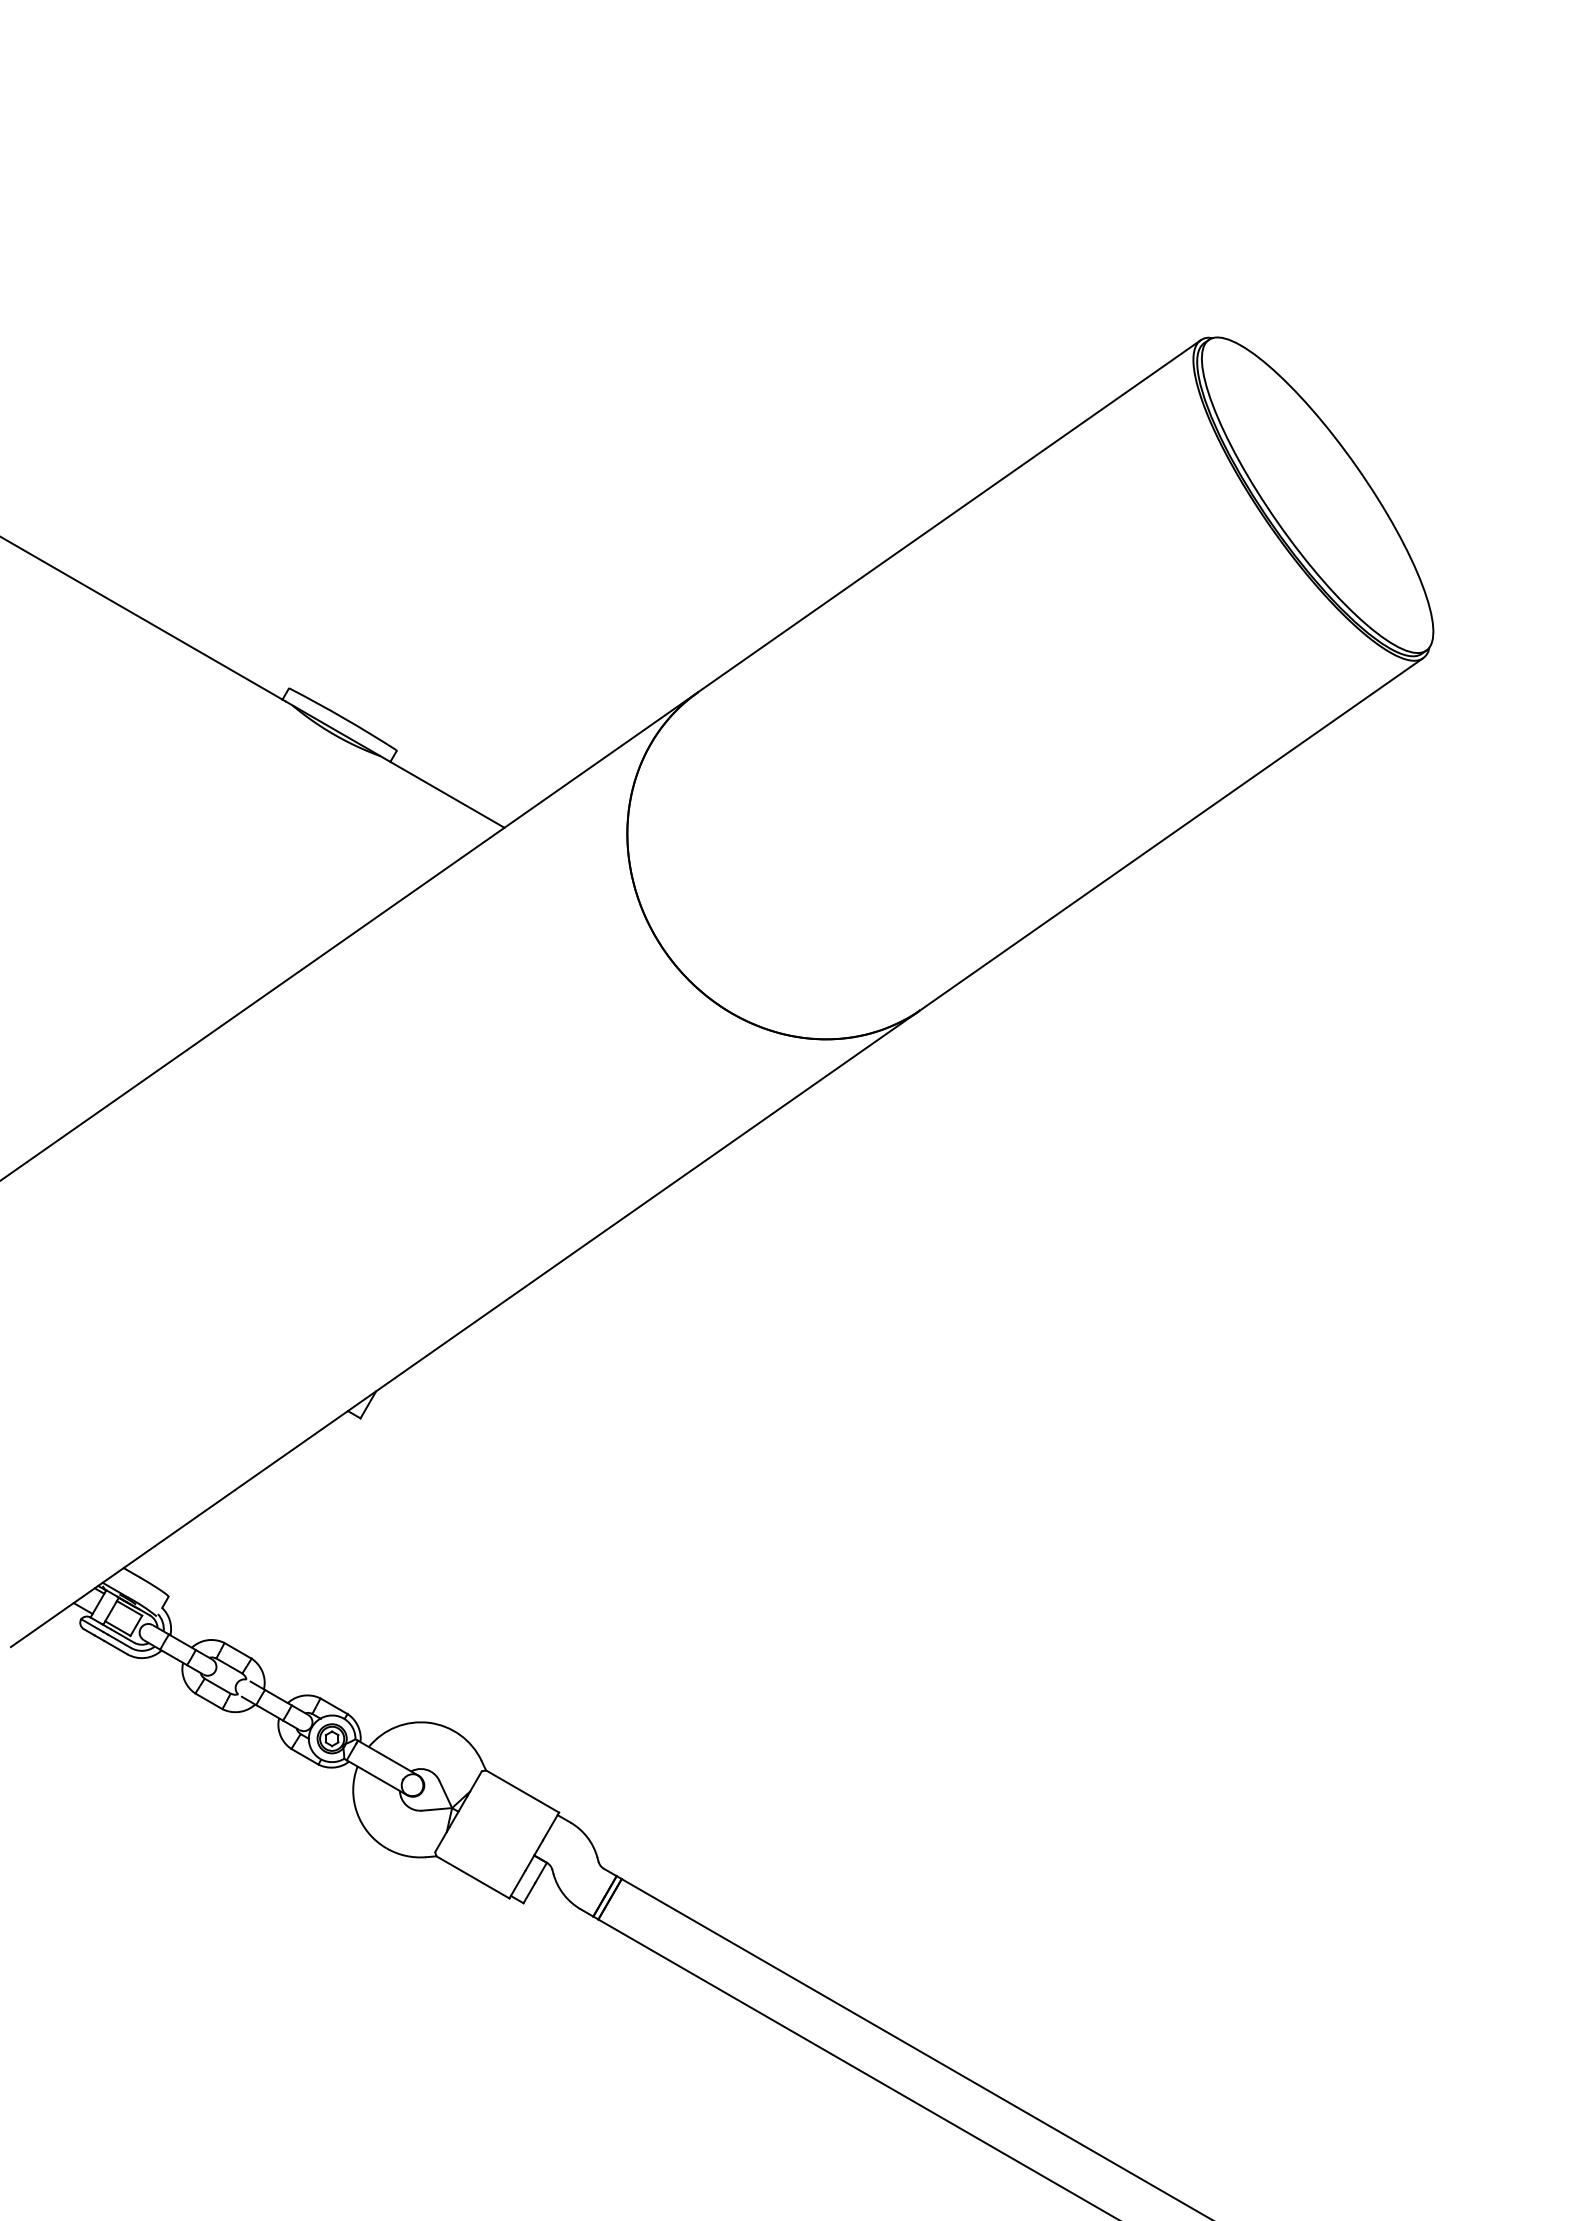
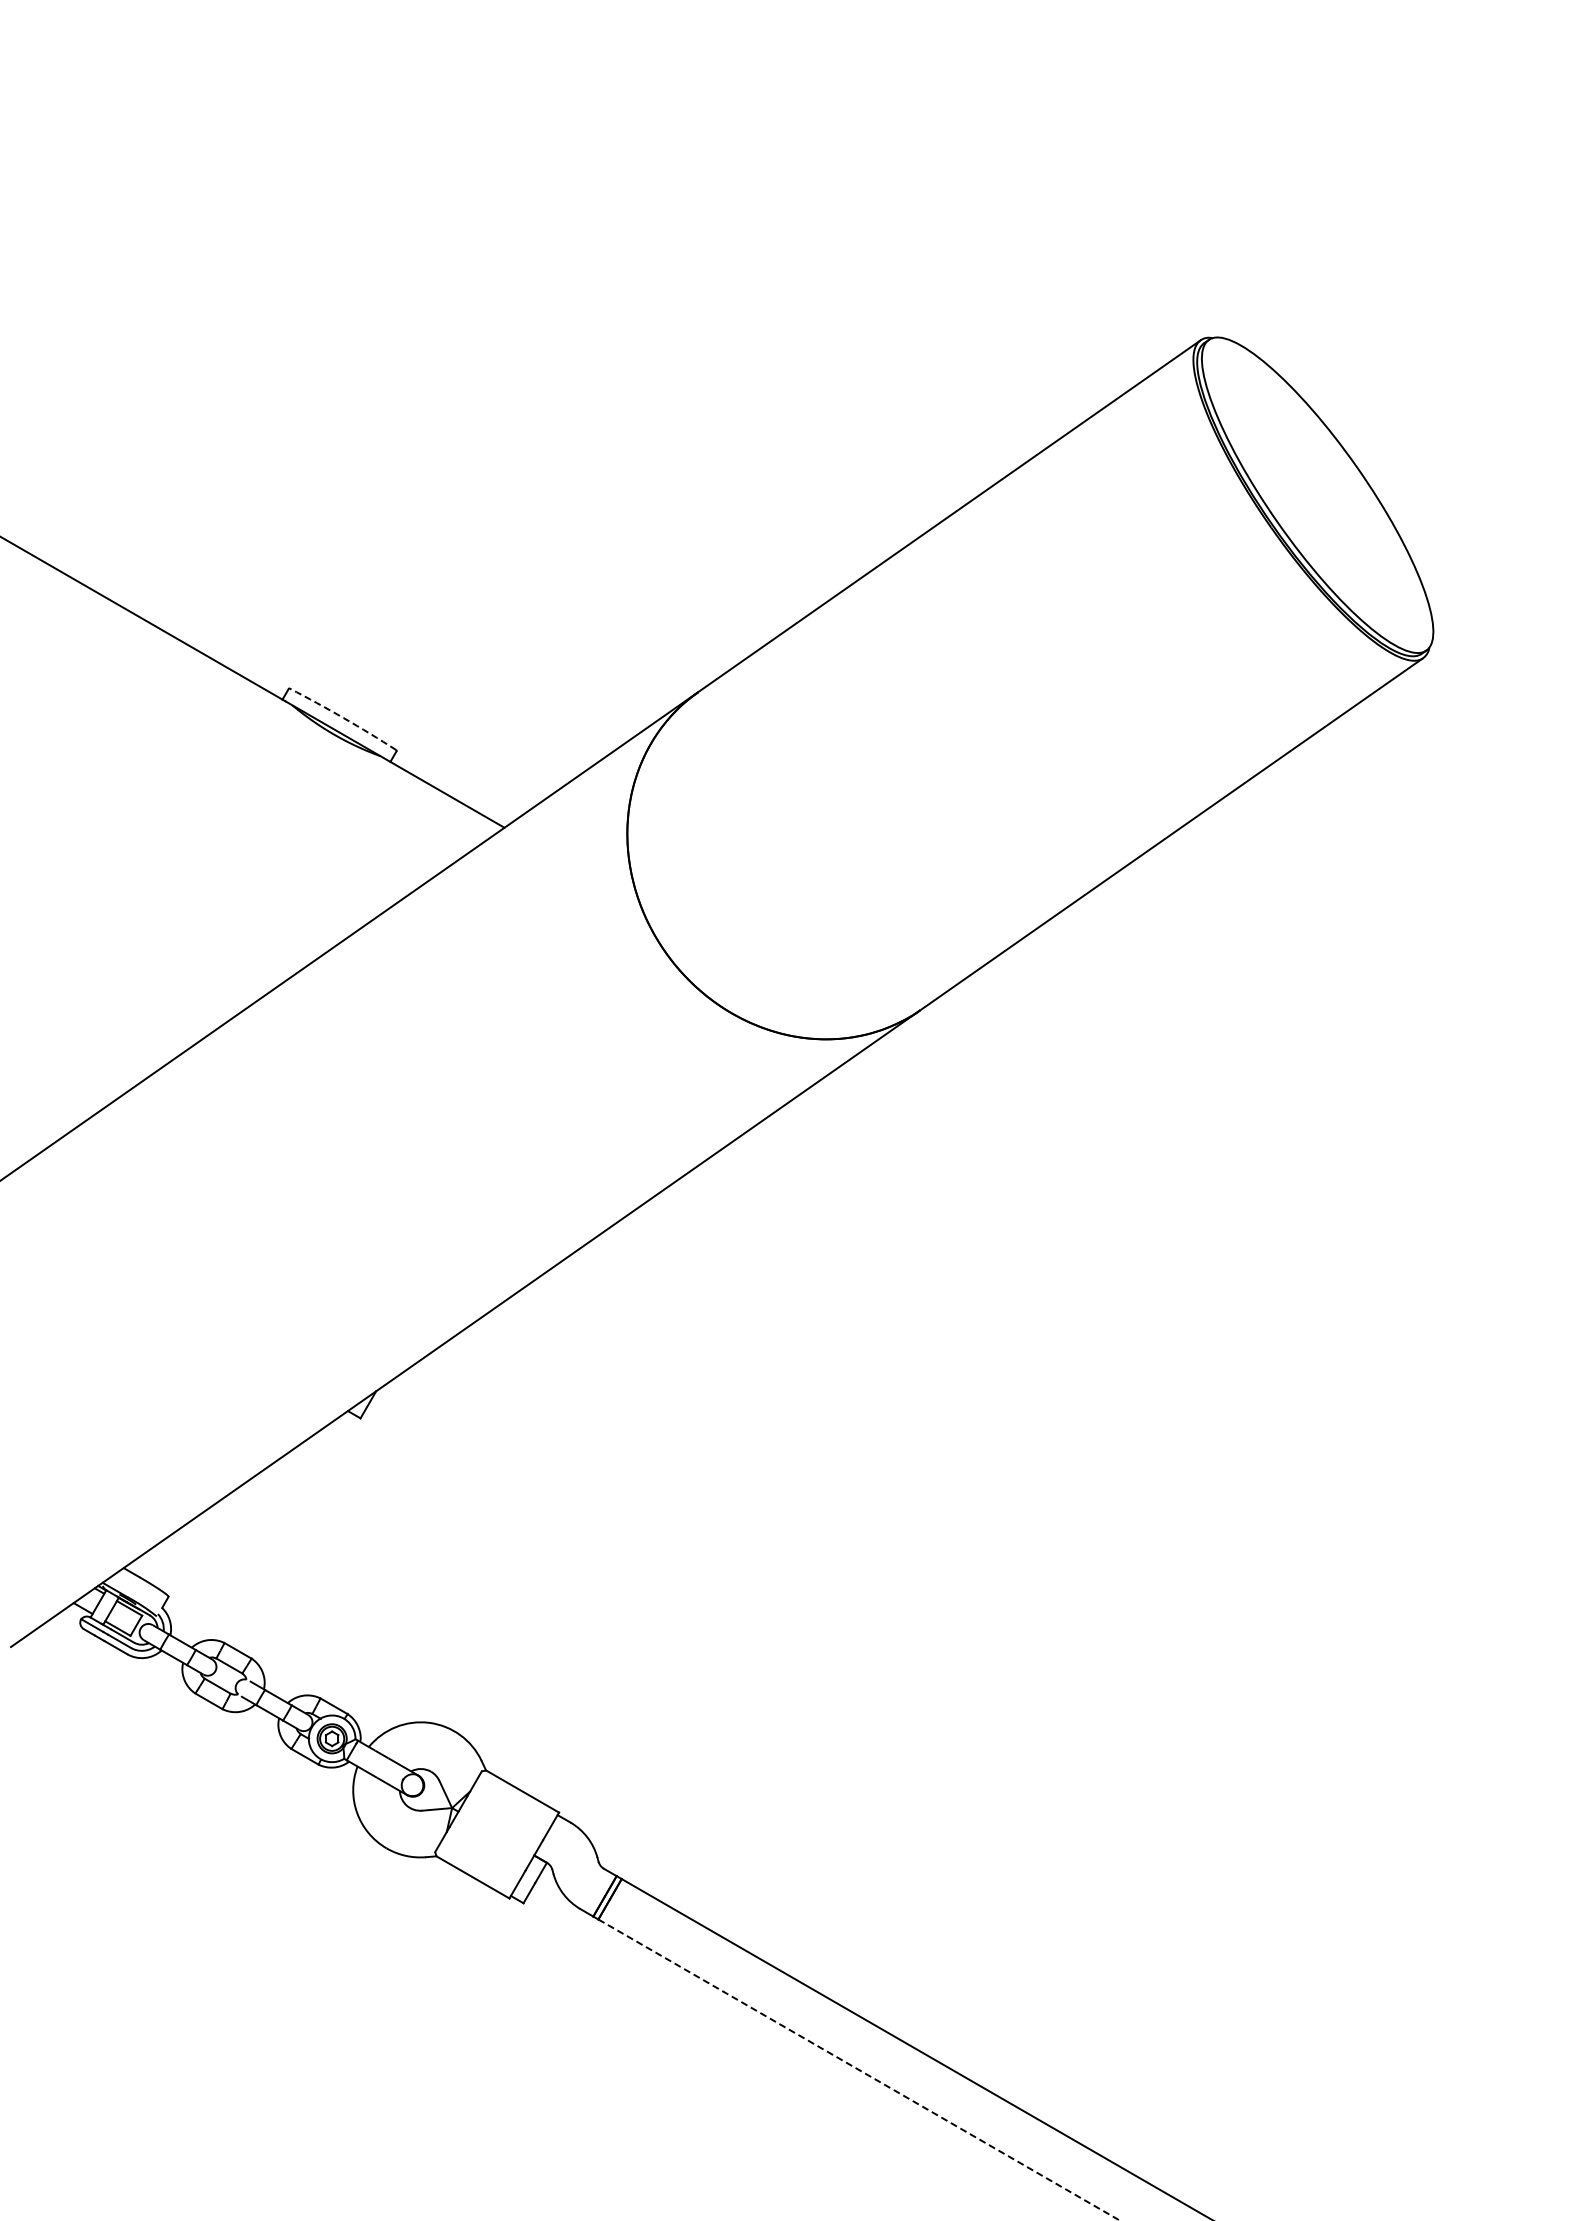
arc at (343, 718): solid -> dashed
line at (859, 2070): solid -> dashed
